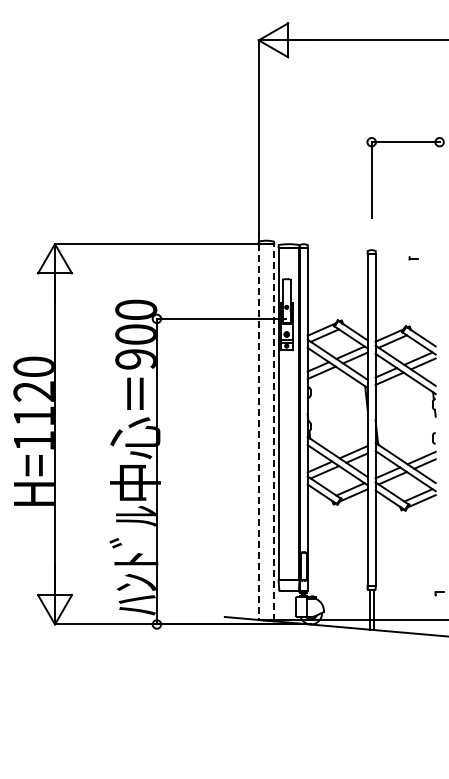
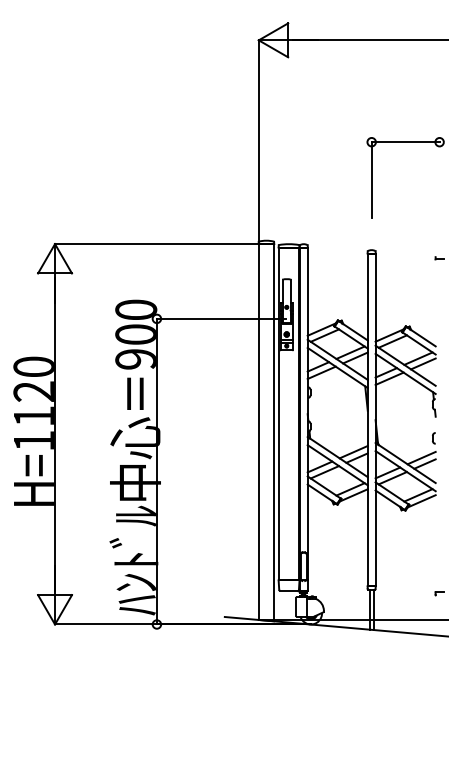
part at (413, 258) position: (413, 258) -> (439, 258)
line at (258, 432): dashed -> solid
line at (274, 432): dashed -> solid
